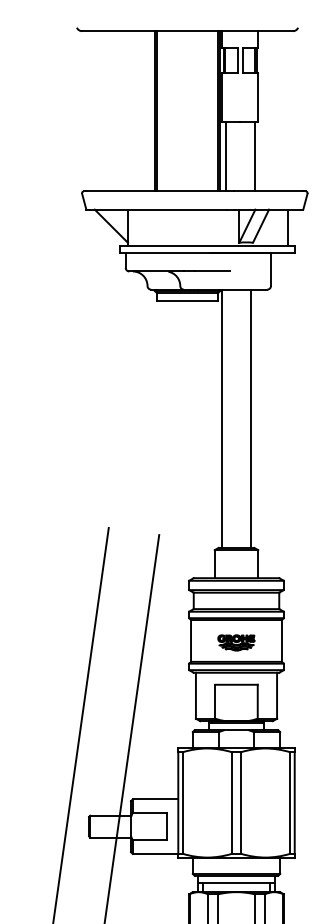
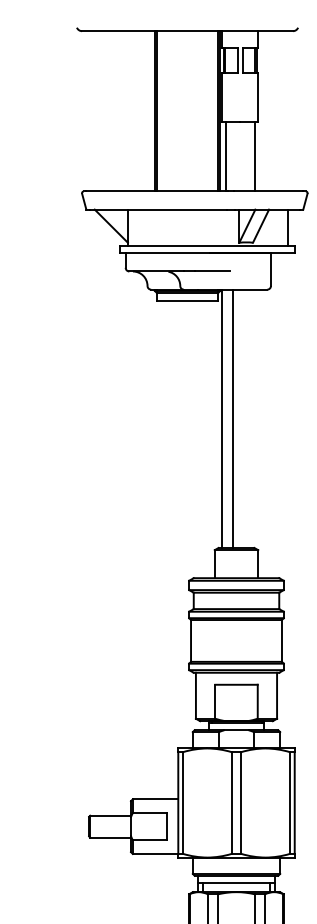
line at (251, 418) position: (251, 418) -> (233, 418)
part at (236, 642): present -> none
line at (80, 723): present -> none
line at (132, 727): present -> none
